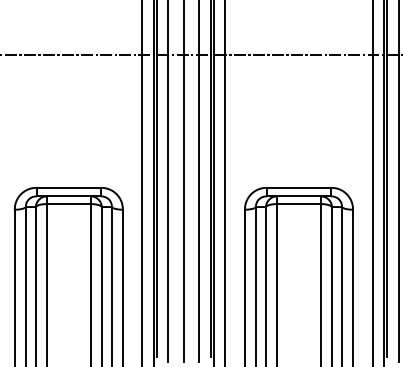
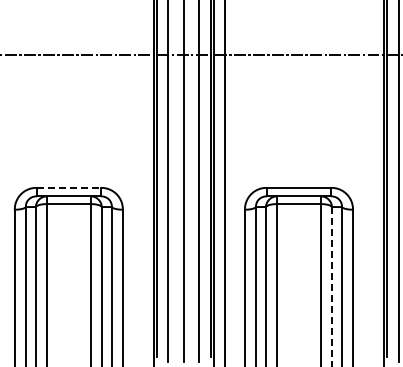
line at (142, 182): present -> none
line at (372, 182): present -> none
line at (69, 187): solid -> dashed
line at (332, 286): solid -> dashed
